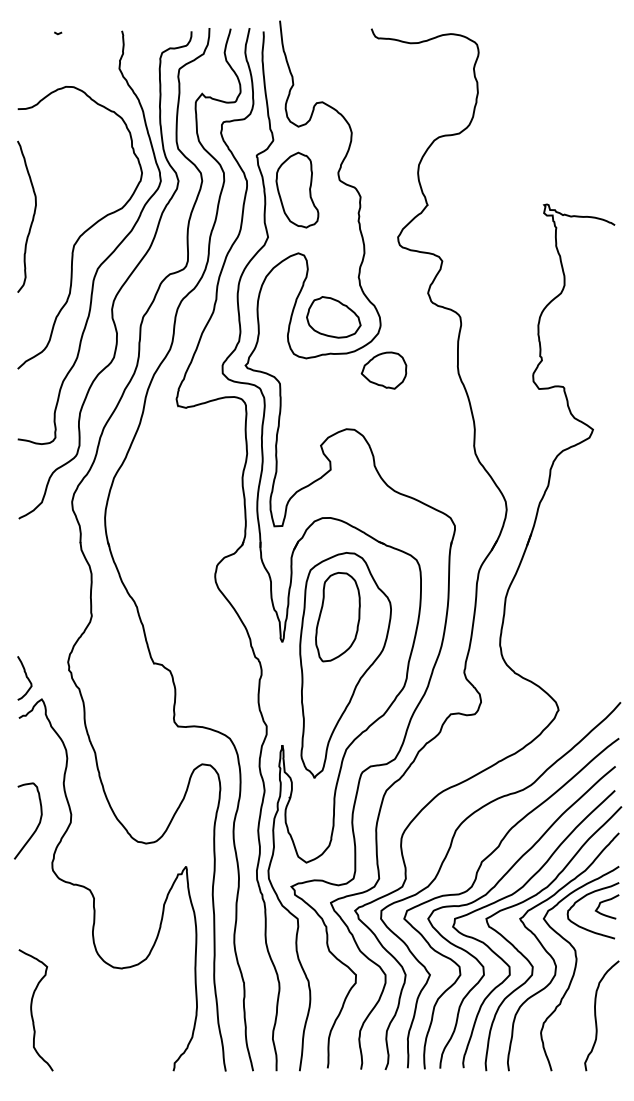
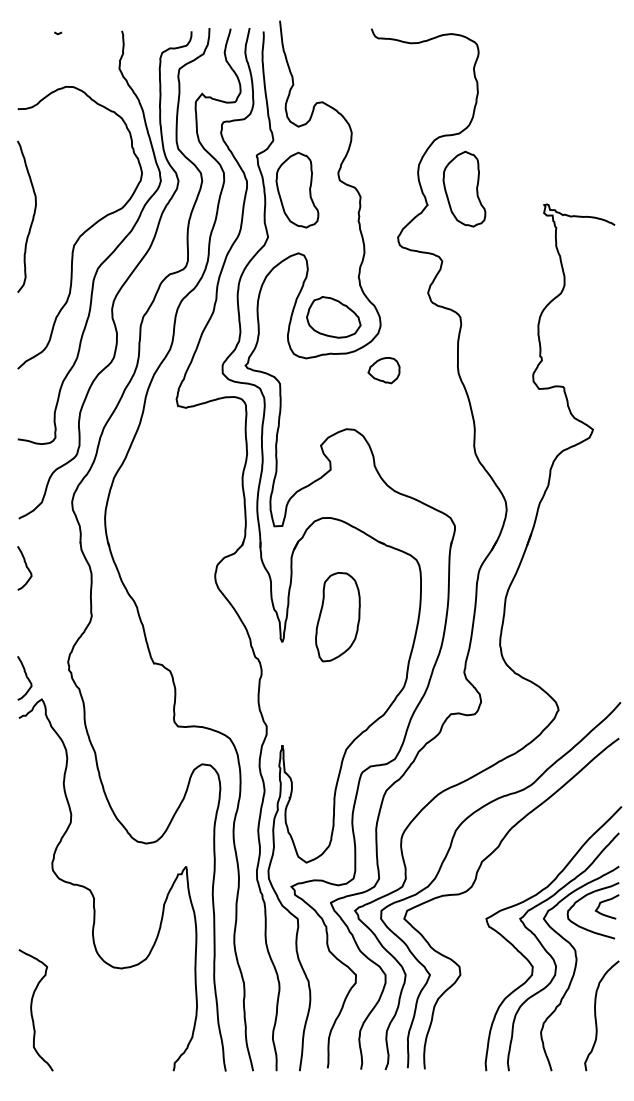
part at (464, 188): none -> present
part at (383, 370) size: 48x39 px -> 34x28 px
curve at (26, 568): none -> present
part at (345, 665): present -> none
curve at (36, 826): present -> none
part at (510, 896): present -> none
